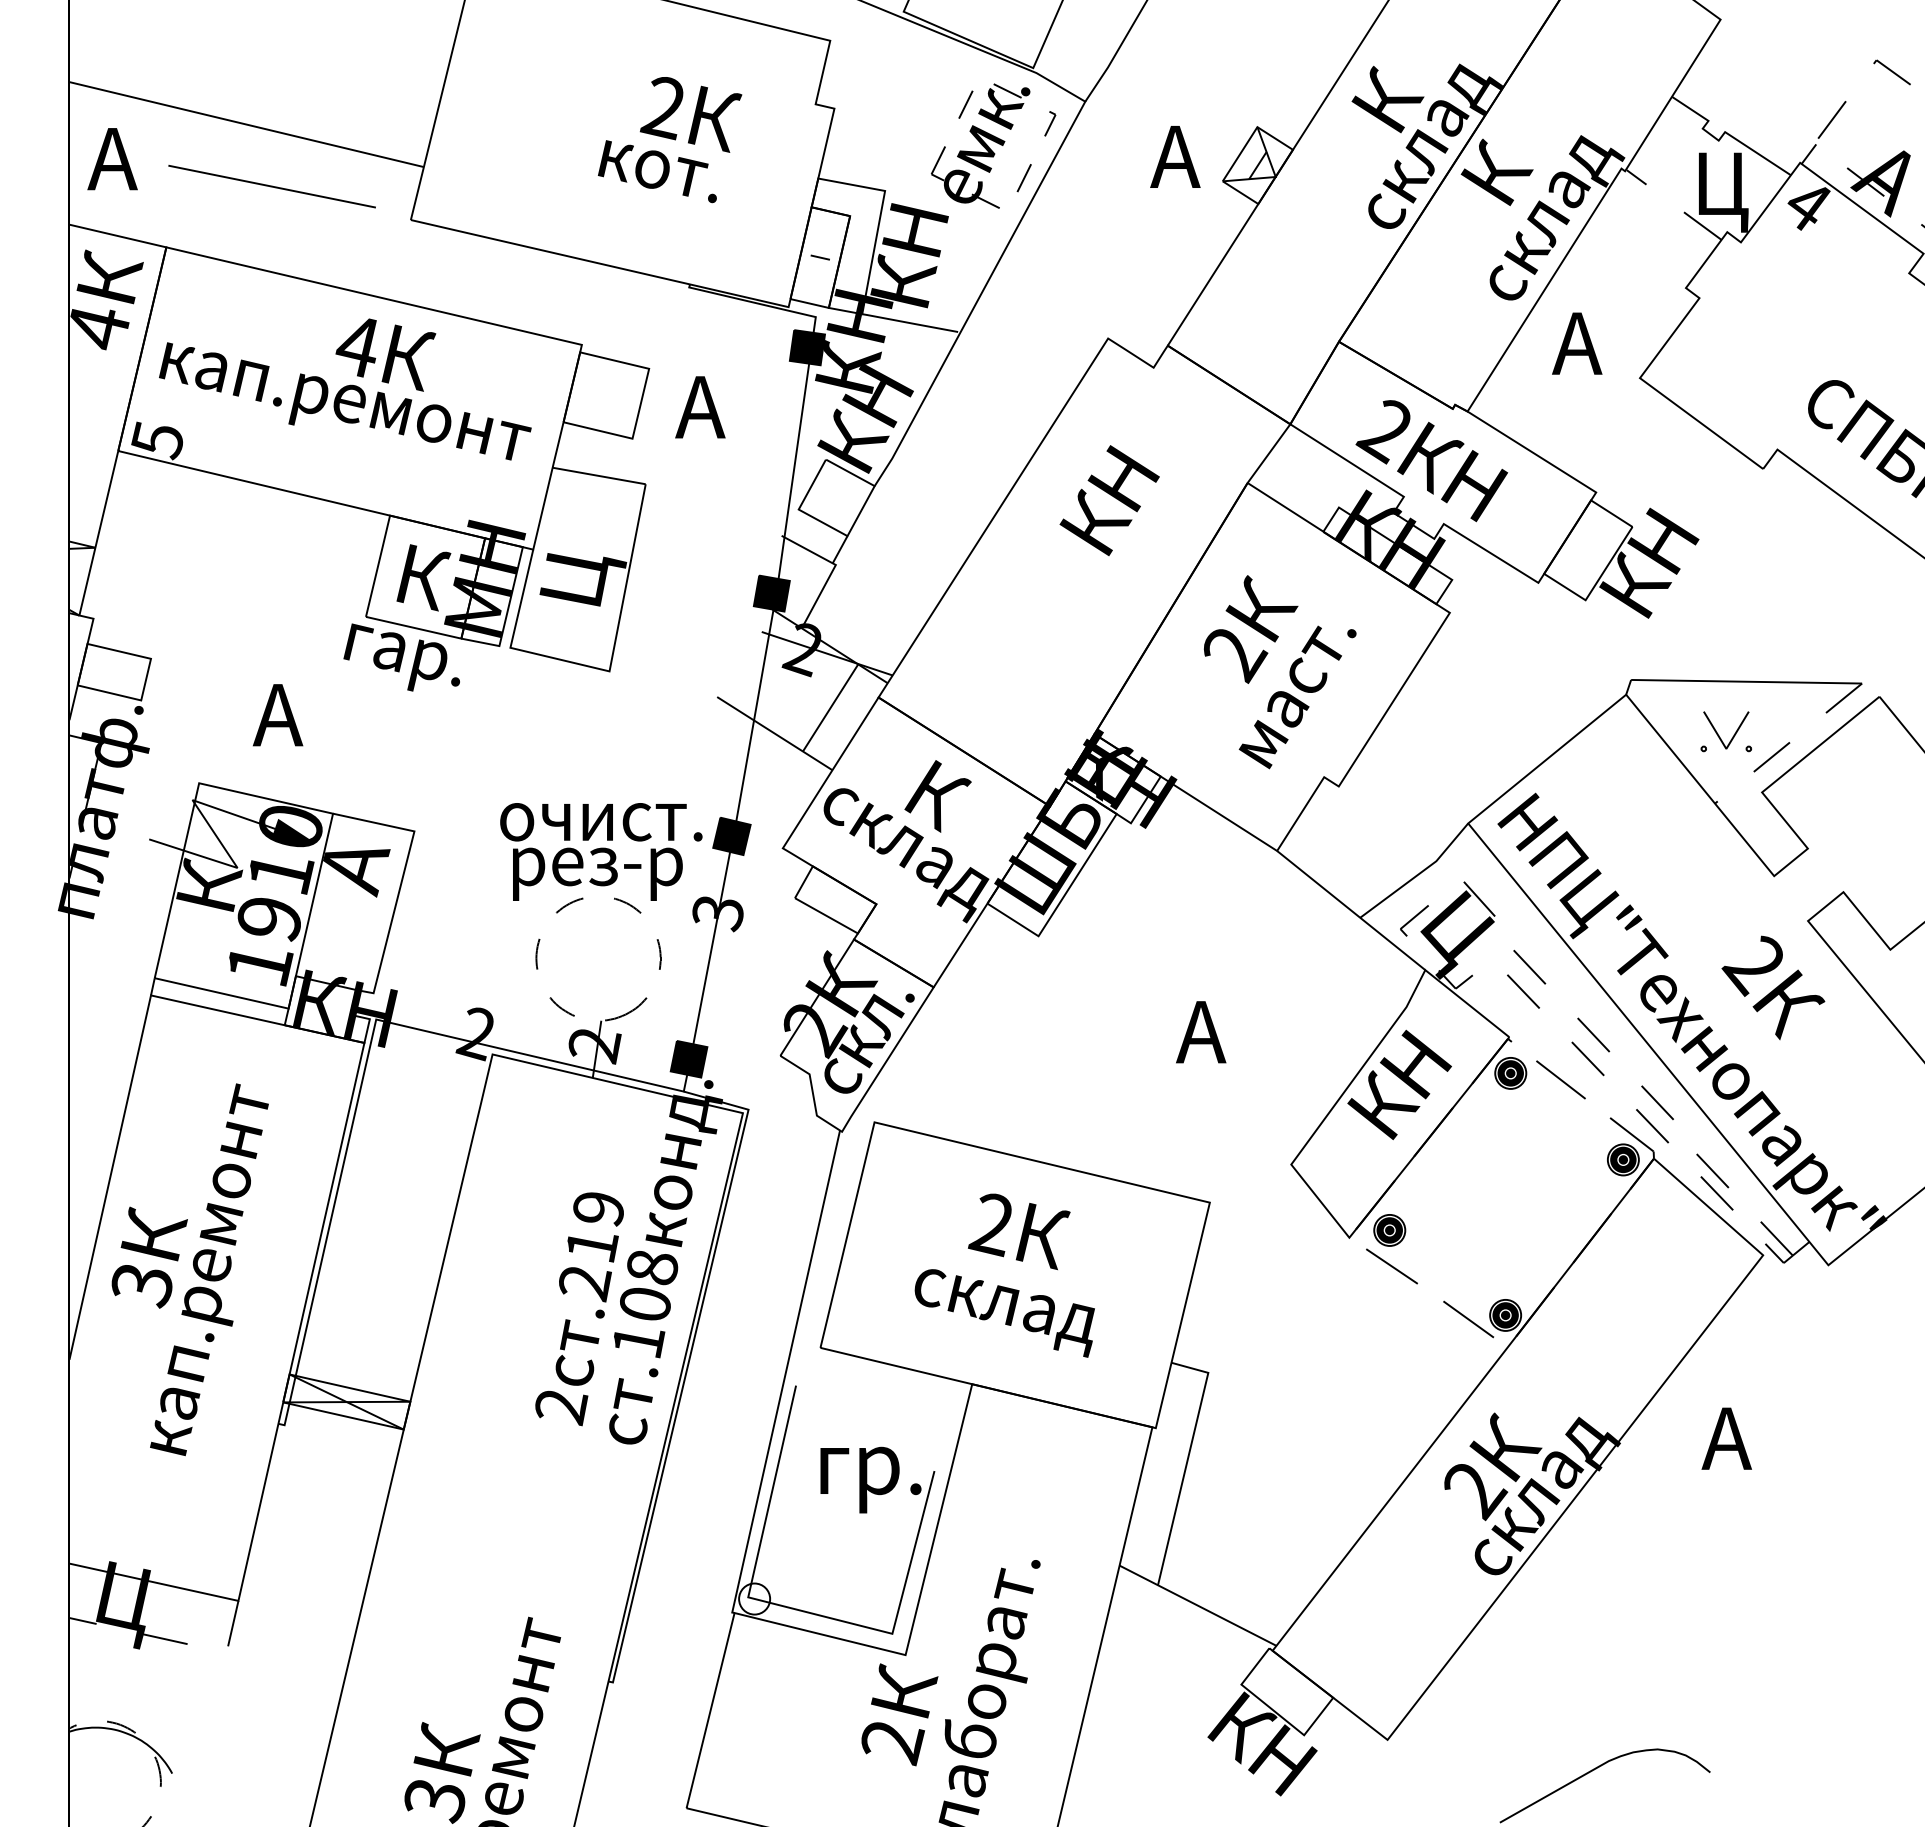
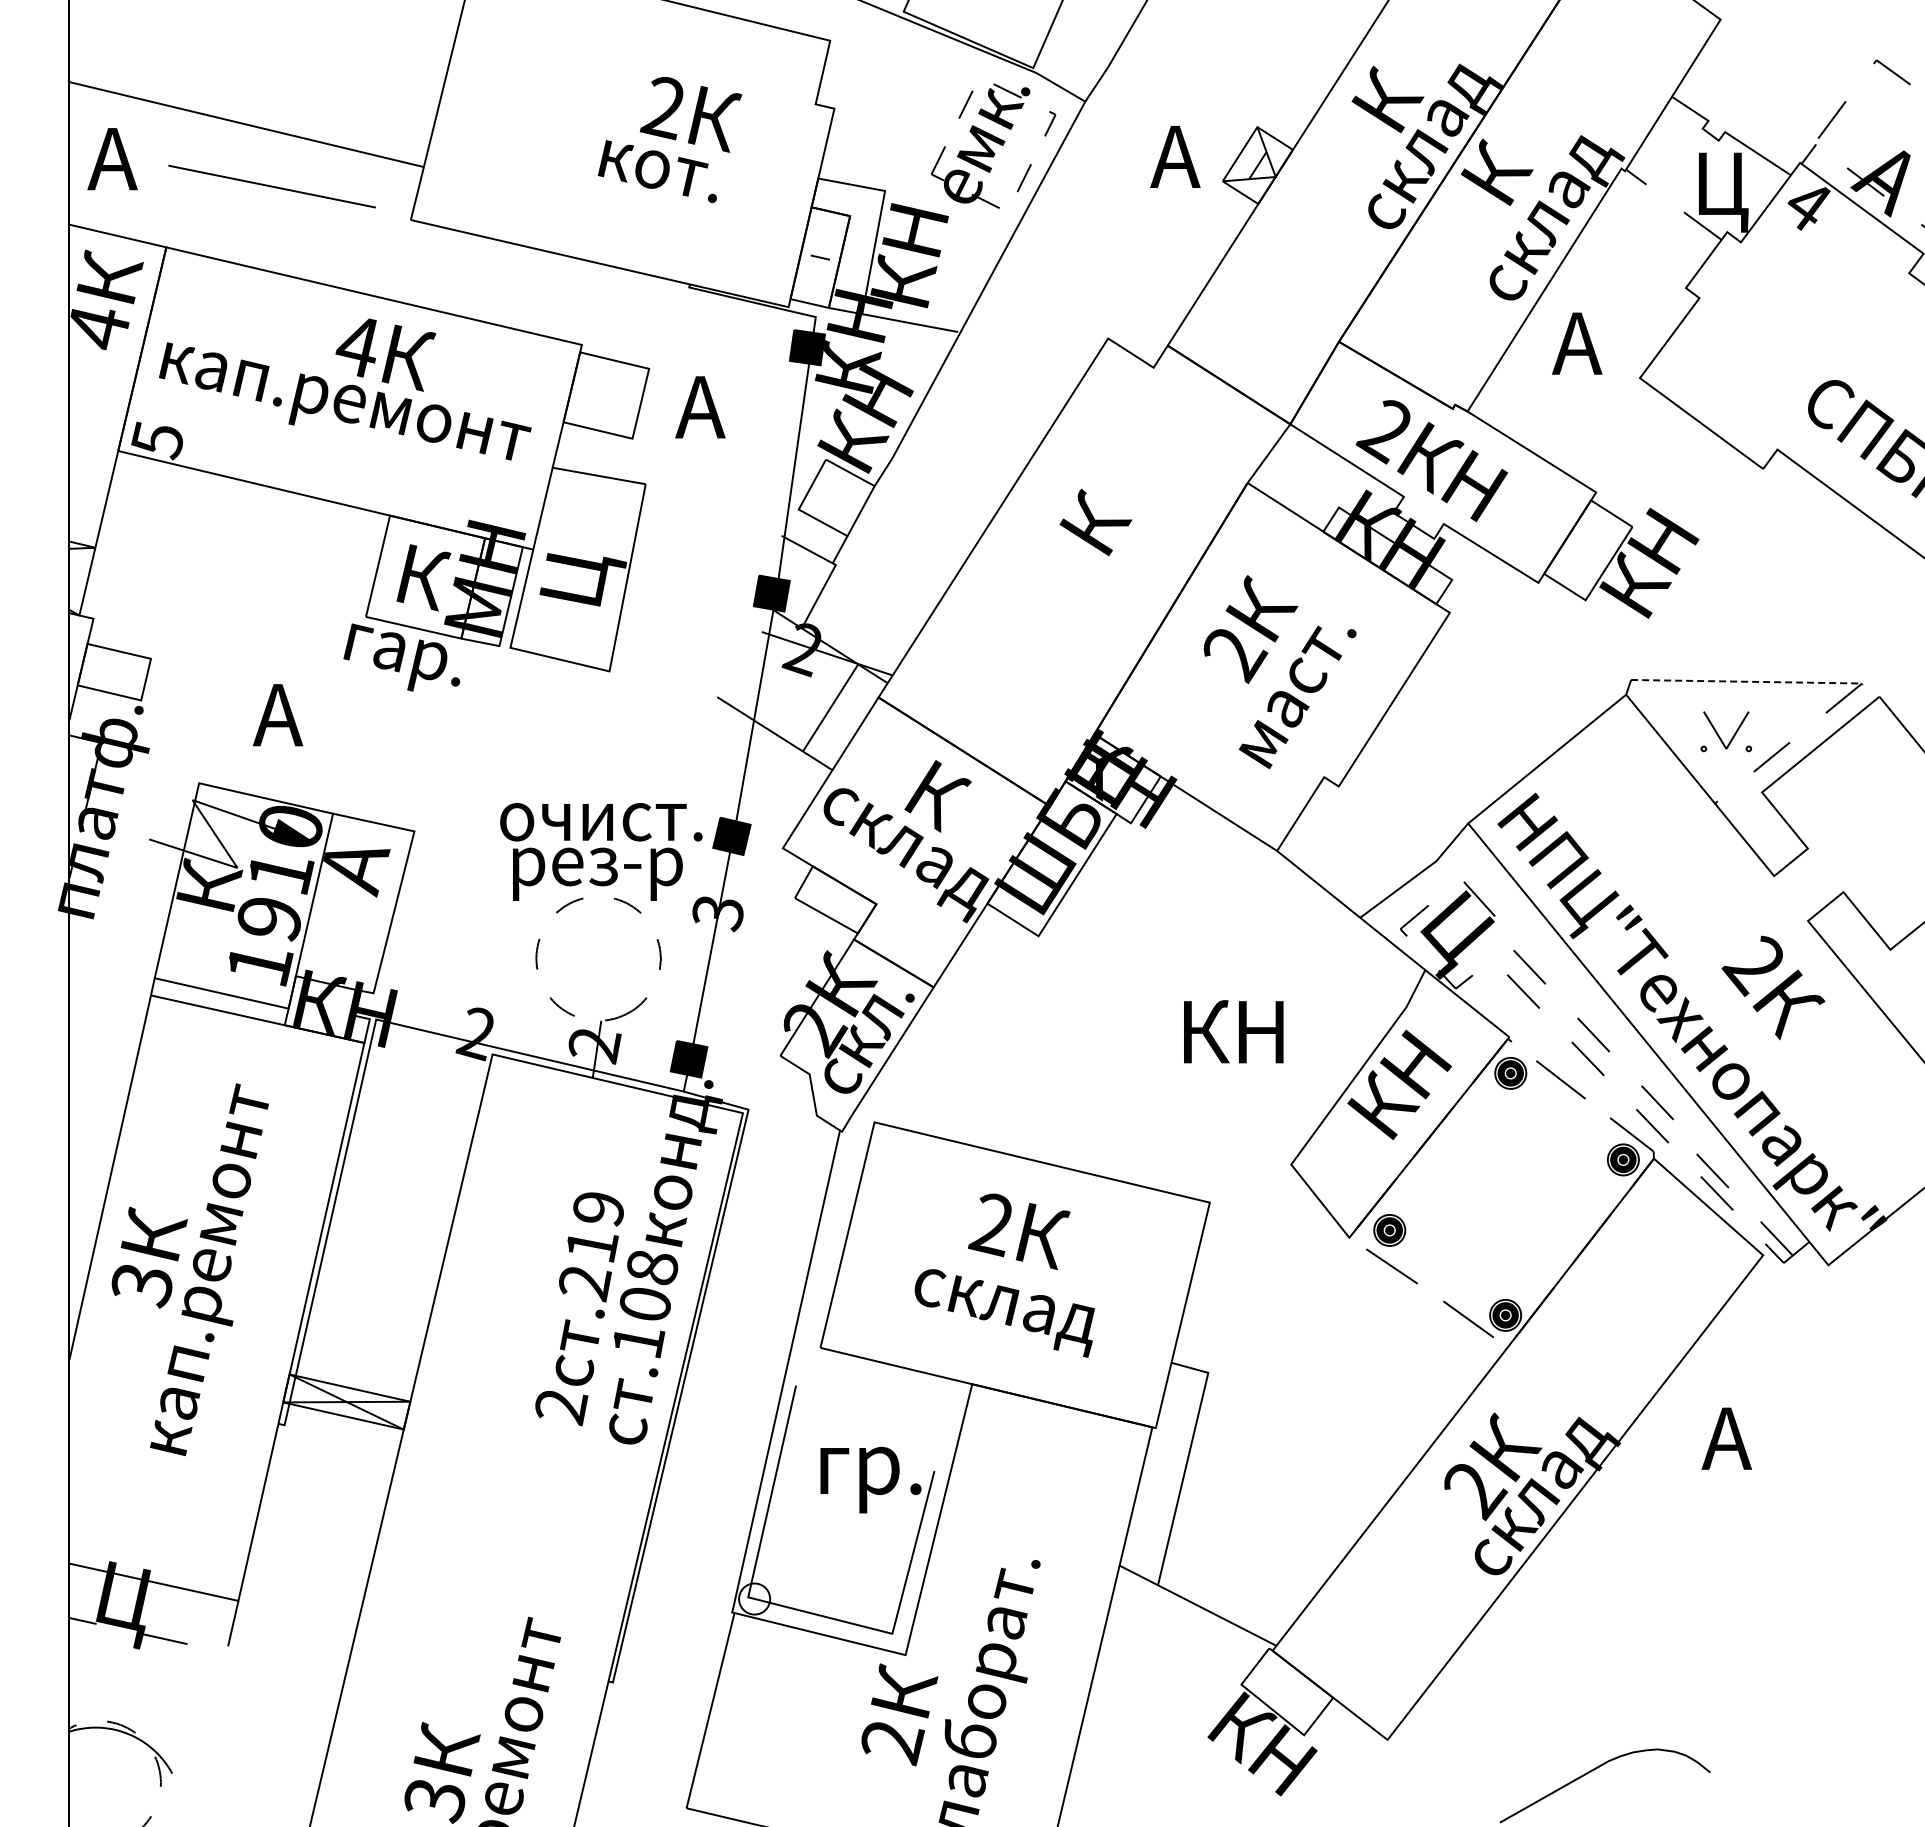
text at (1123, 478): КН -> К
line at (1746, 681): solid -> dashed
text at (1229, 1031): А -> КН
